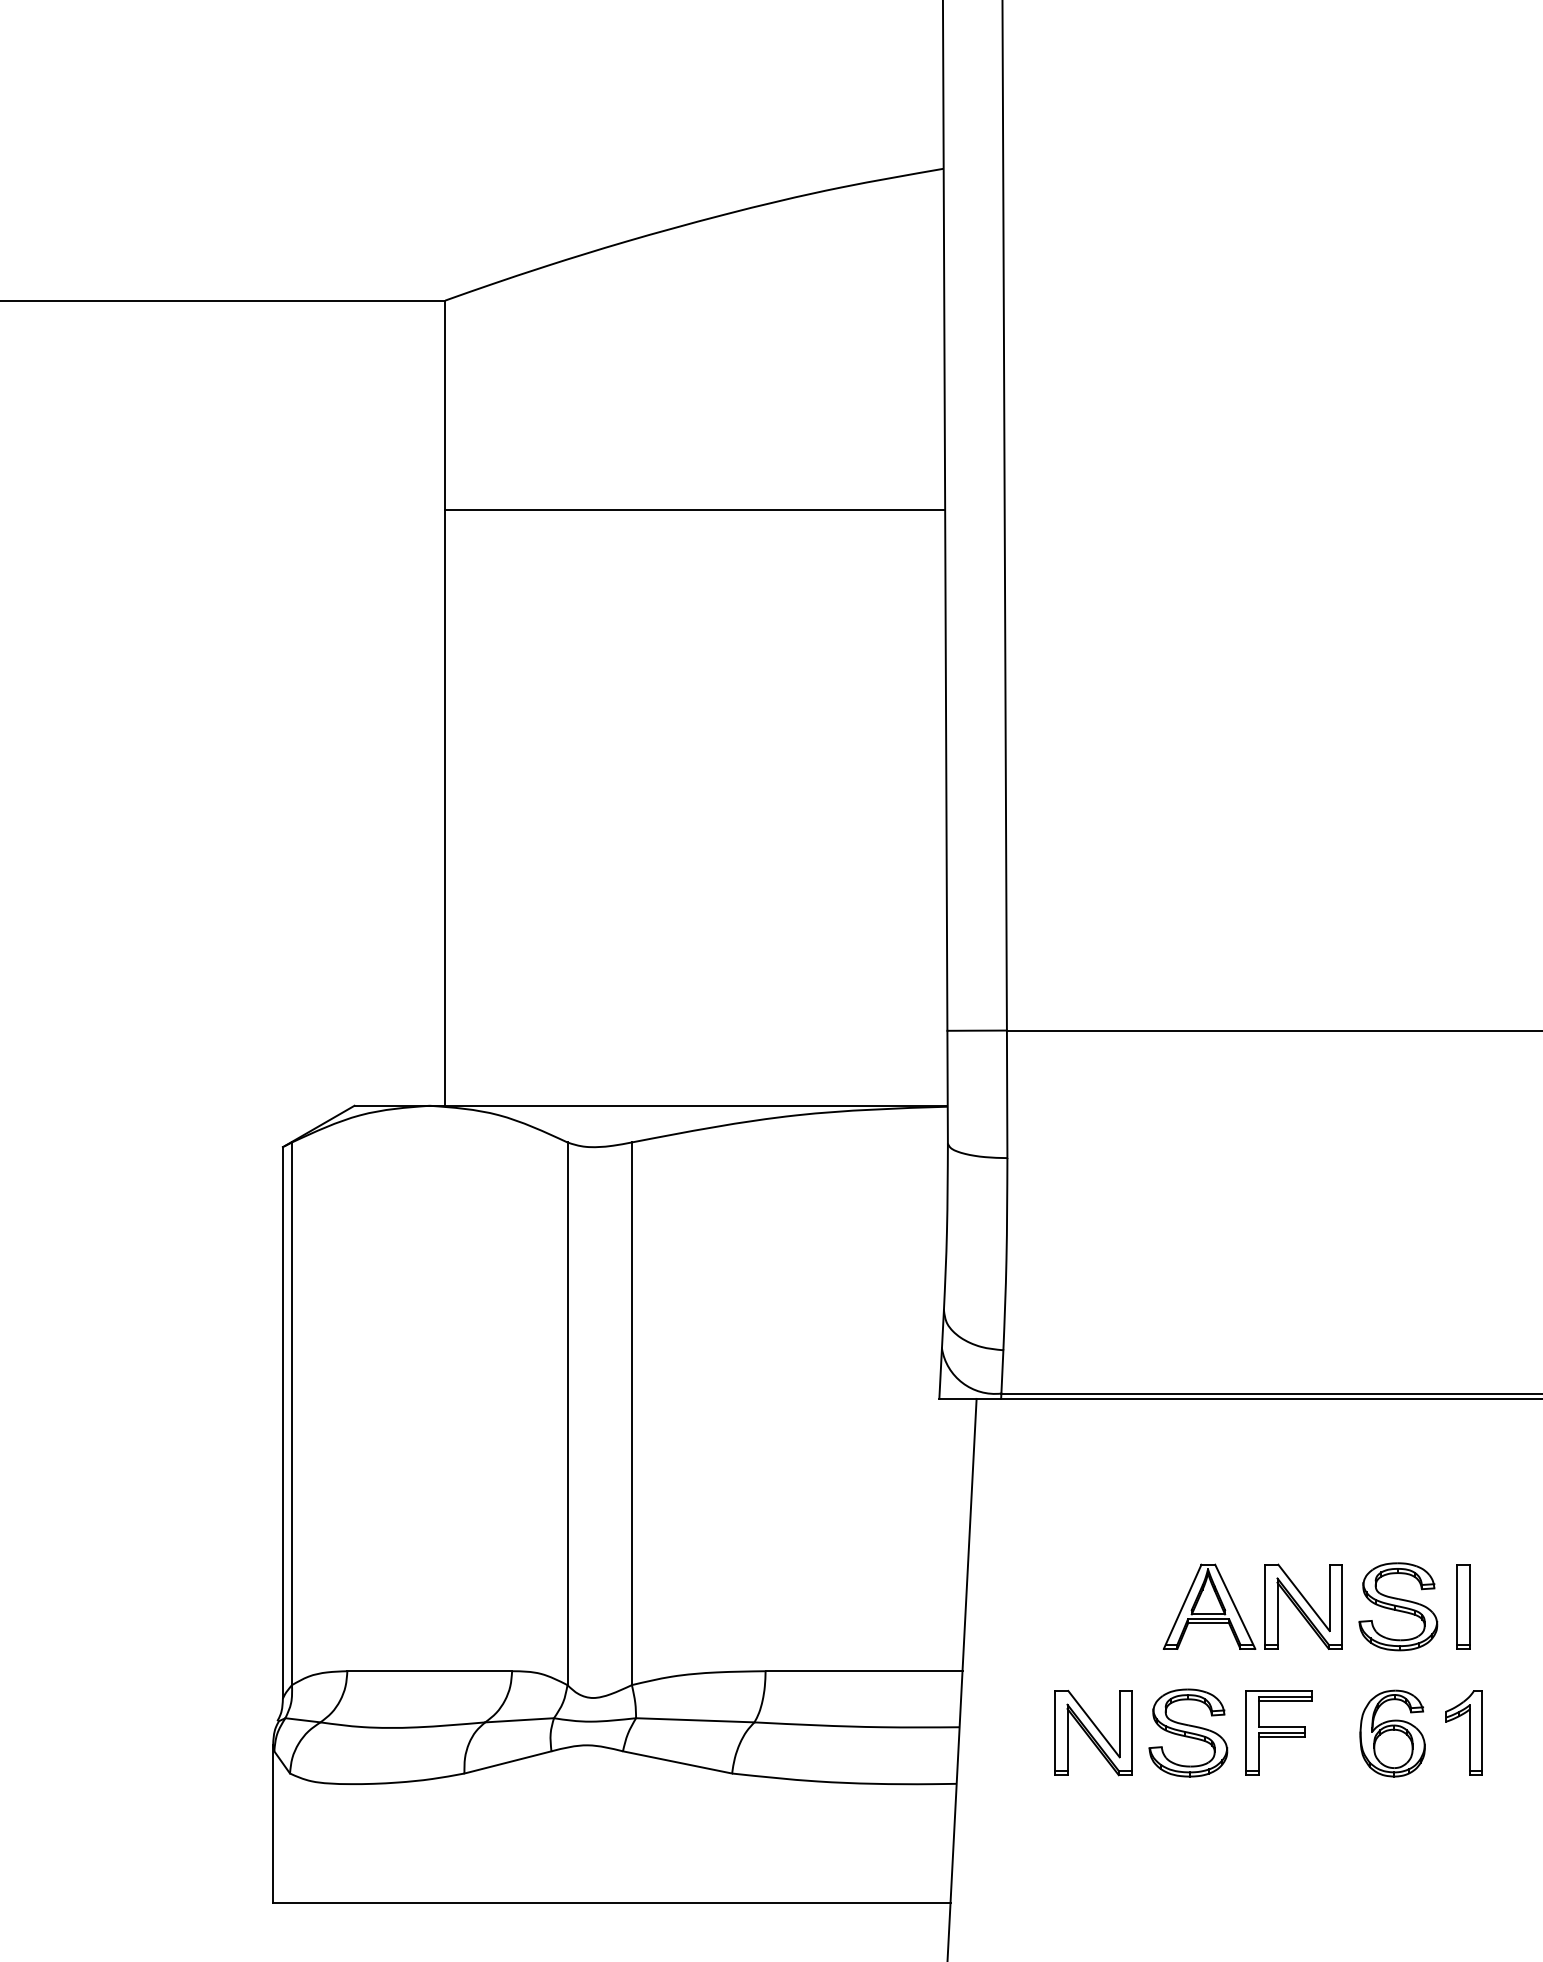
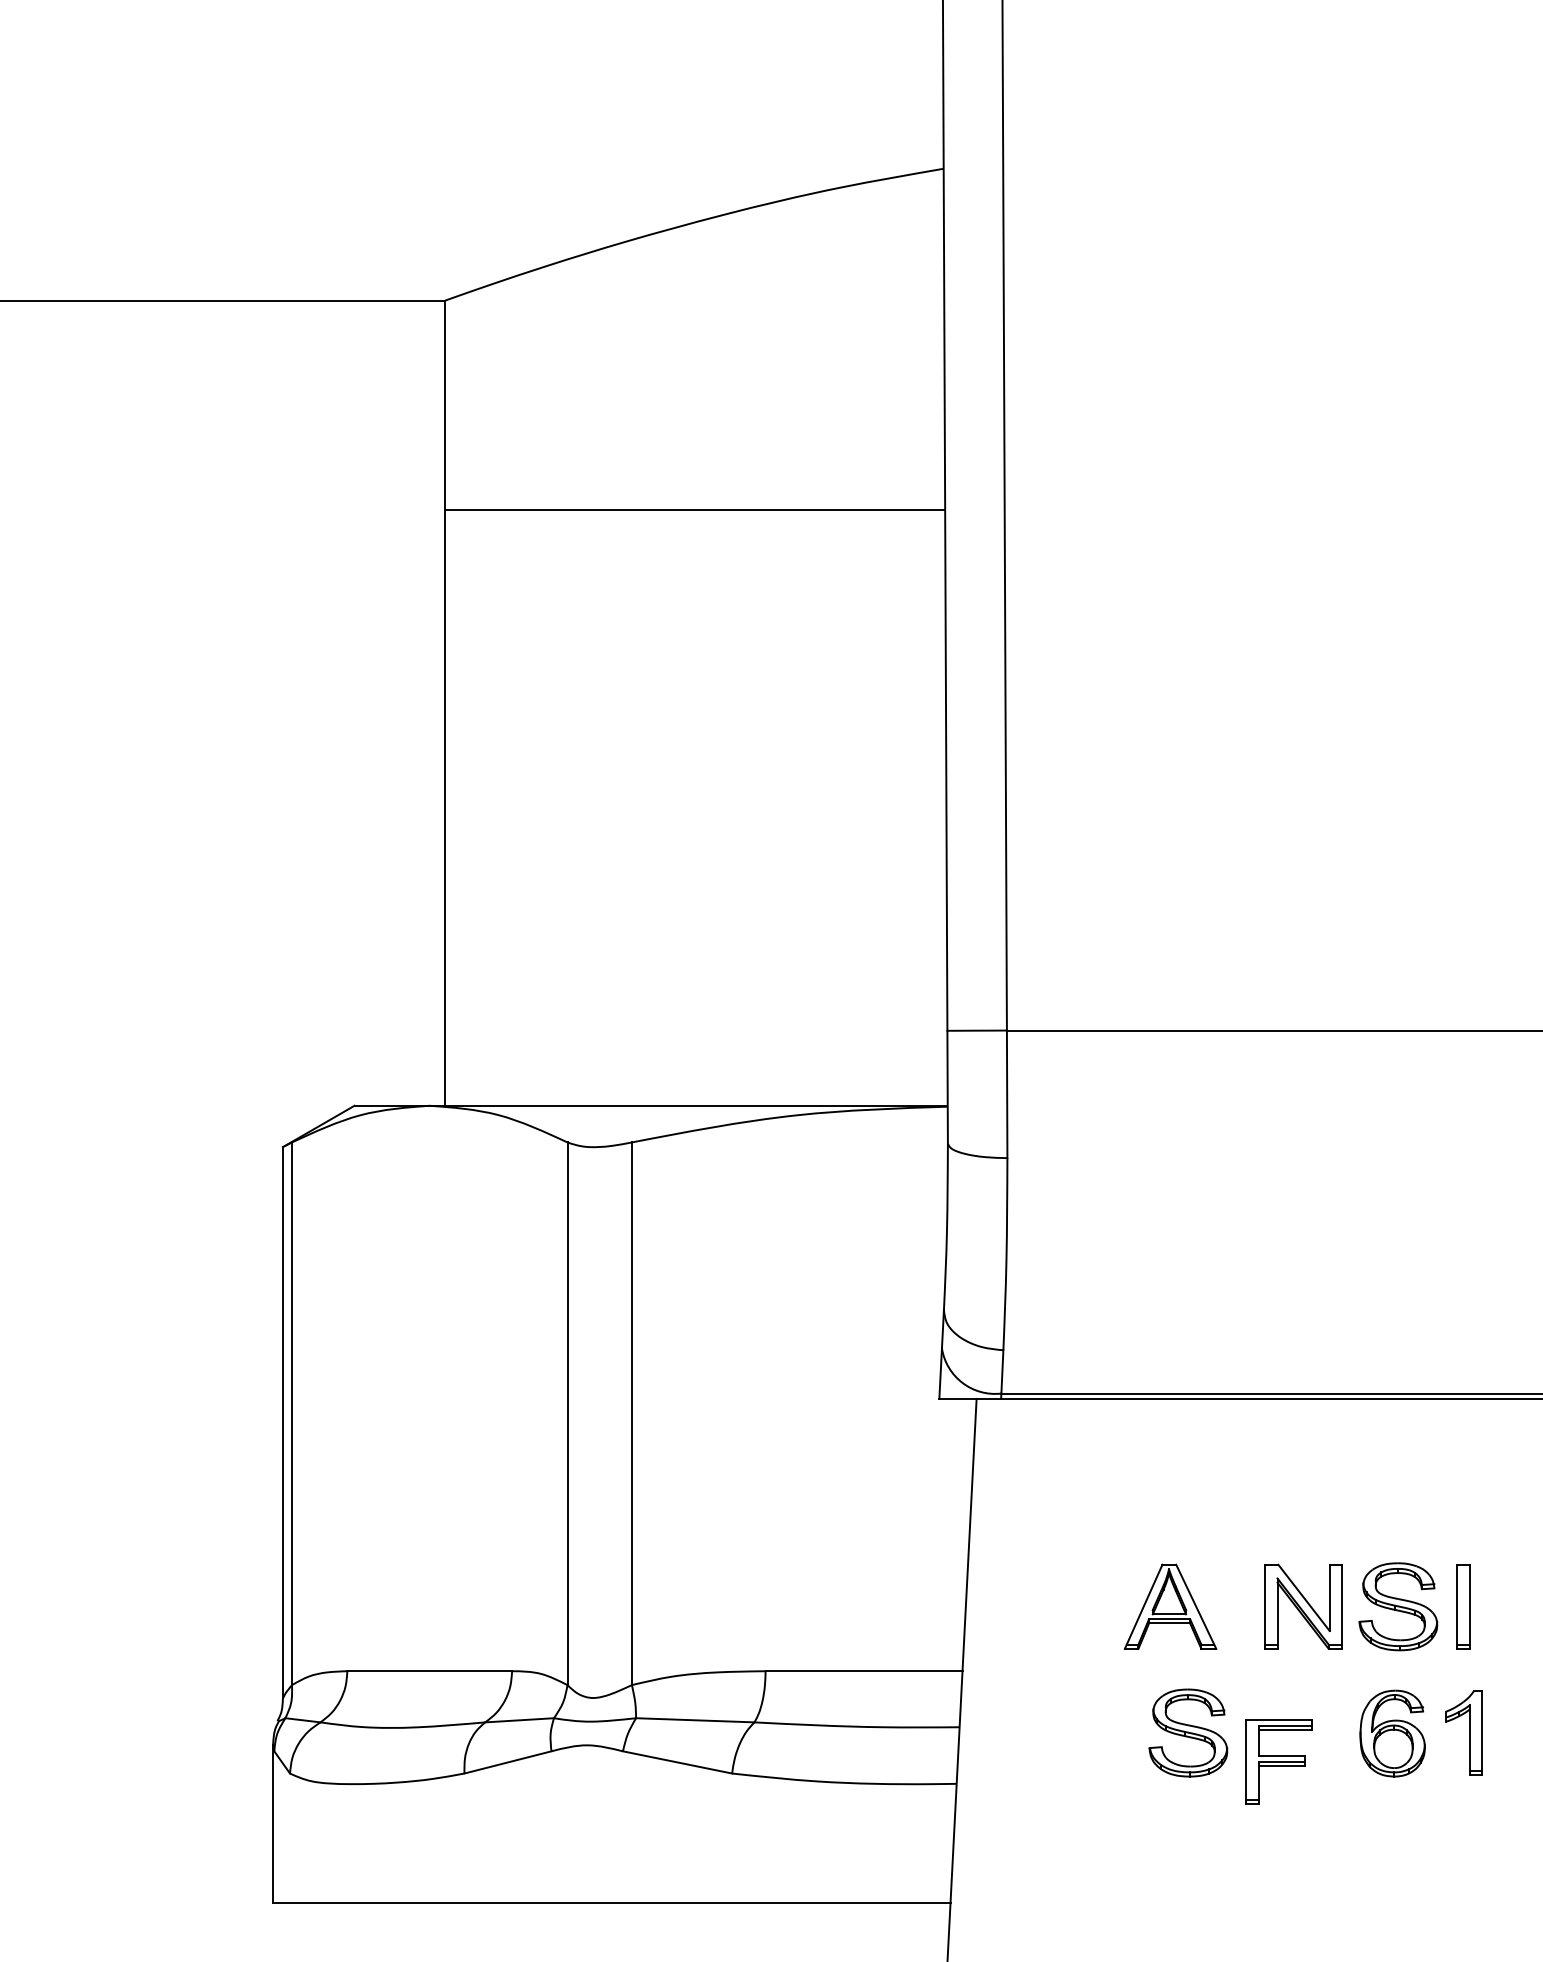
part at (1209, 1606) position: (1209, 1606) -> (1170, 1606)
part at (1278, 1732) position: (1278, 1732) -> (1278, 1761)
part at (1093, 1733): present -> none
